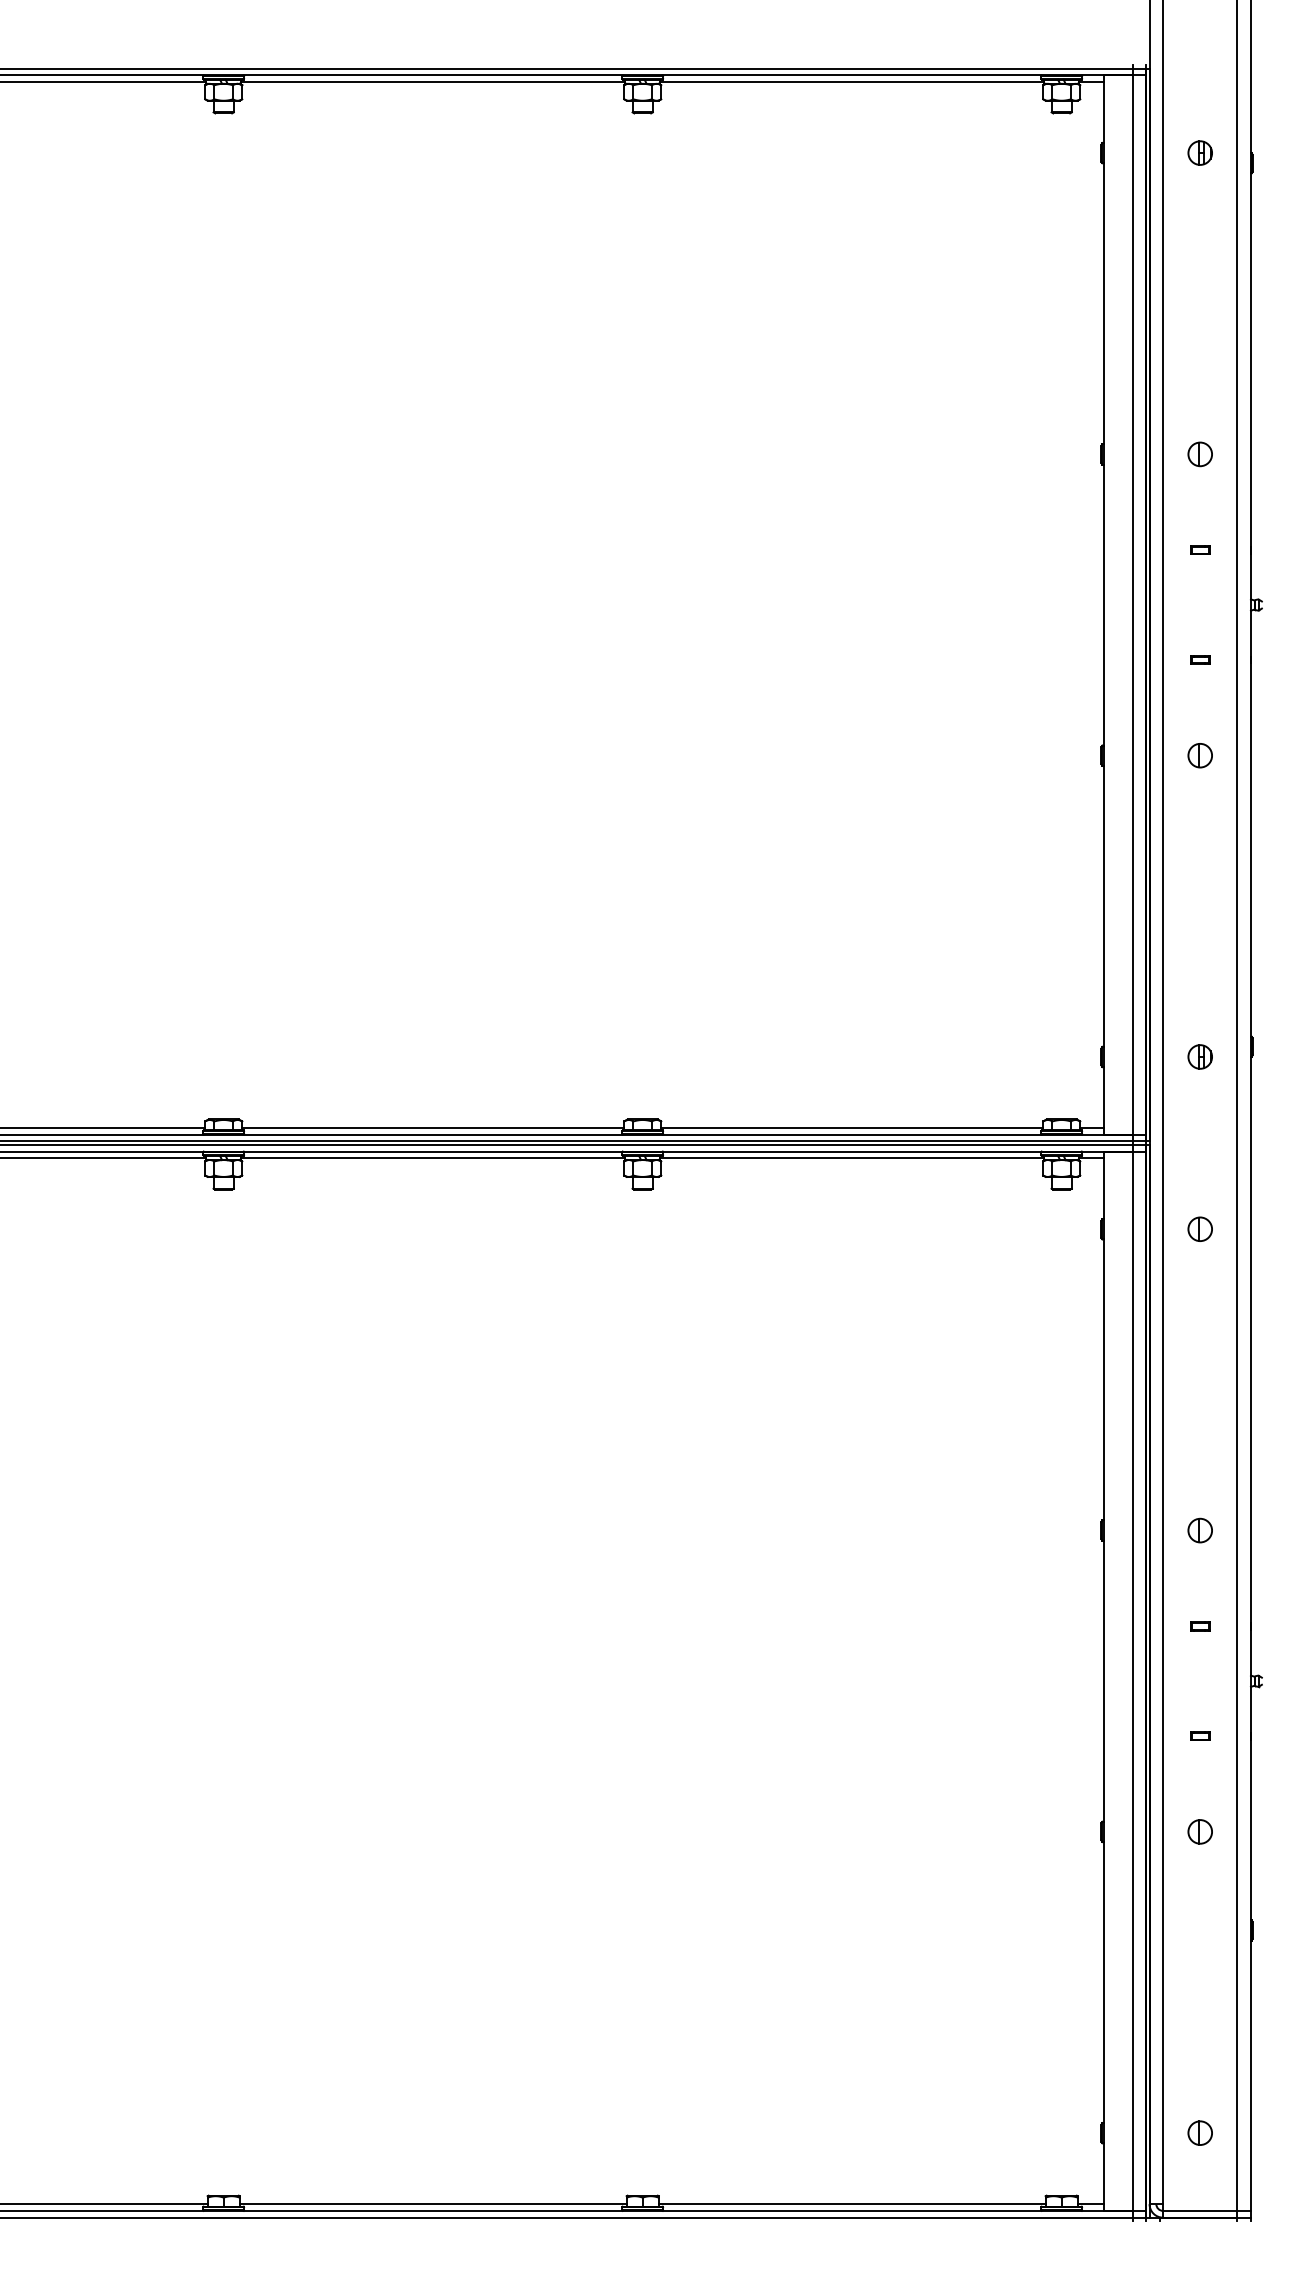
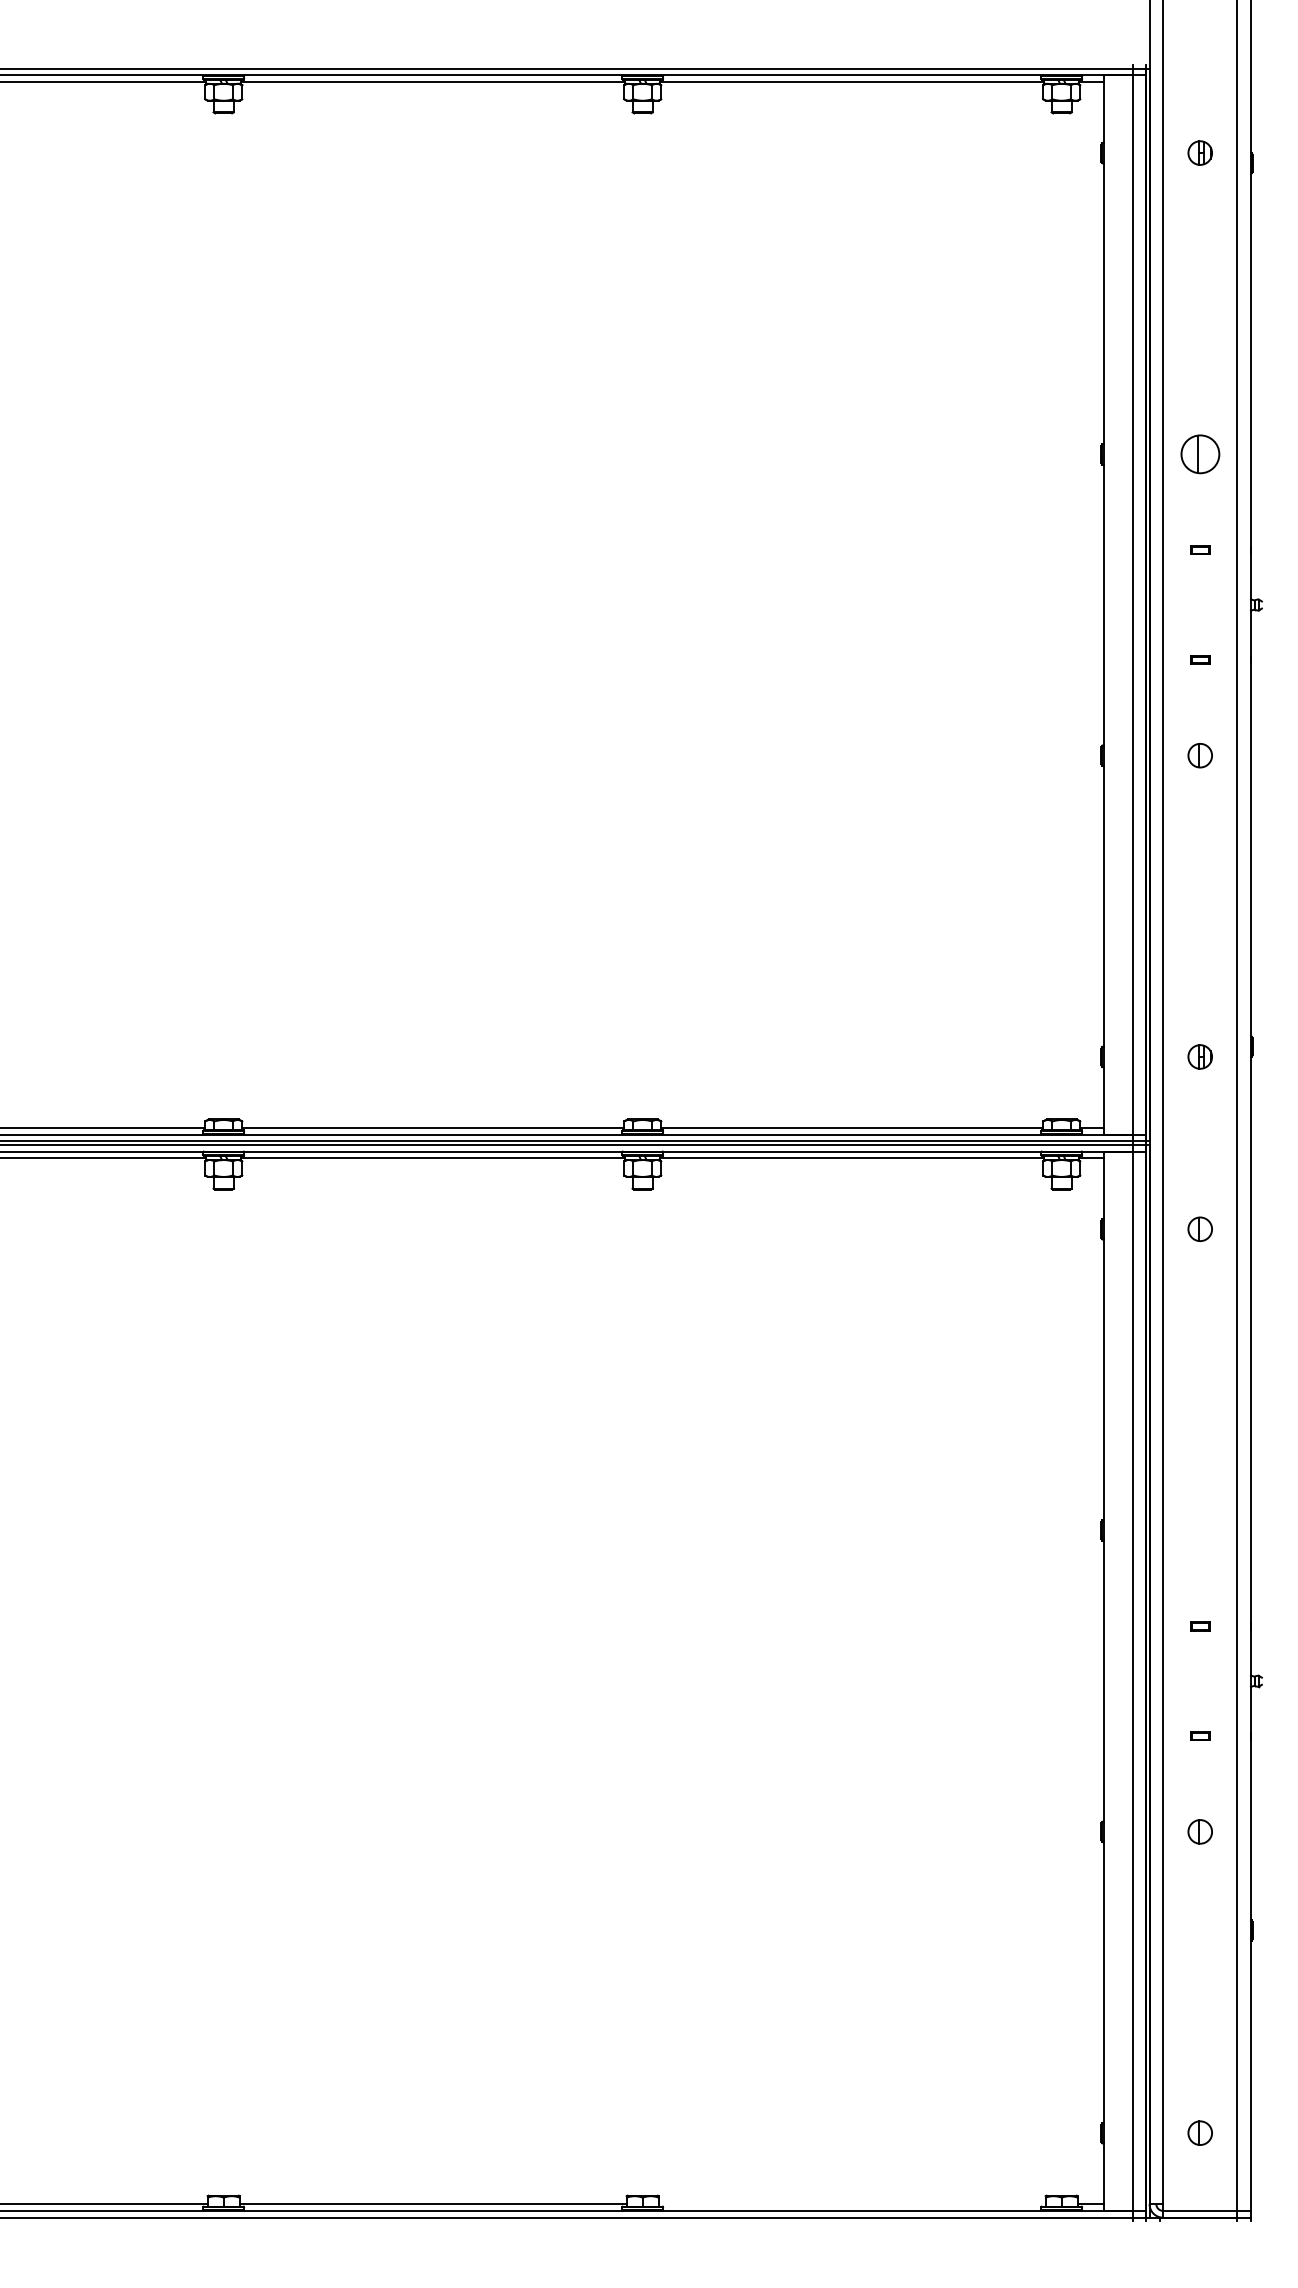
part at (1199, 454) size: 26x27 px -> 41x41 px
part at (1199, 1530): present -> none
line at (851, 2204): present -> none
